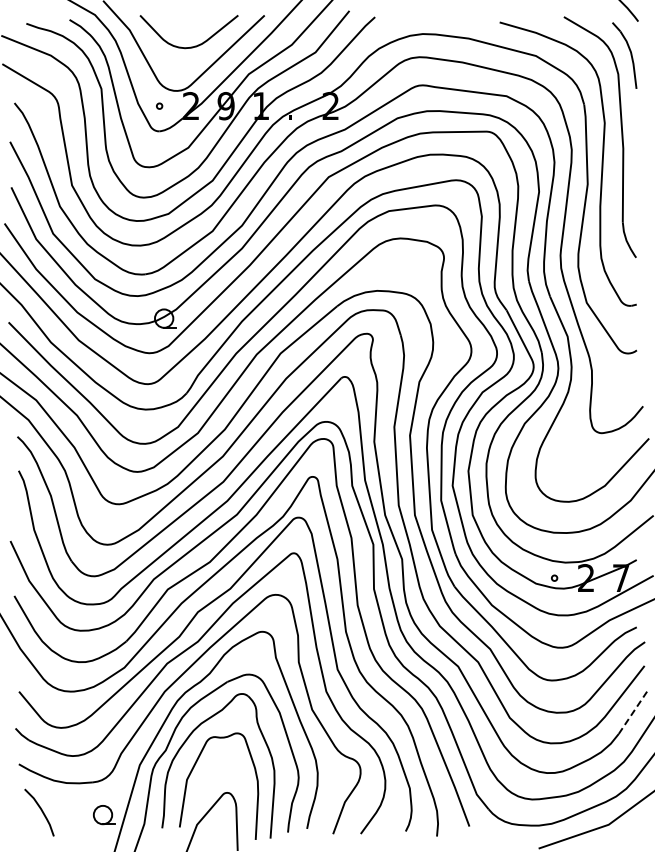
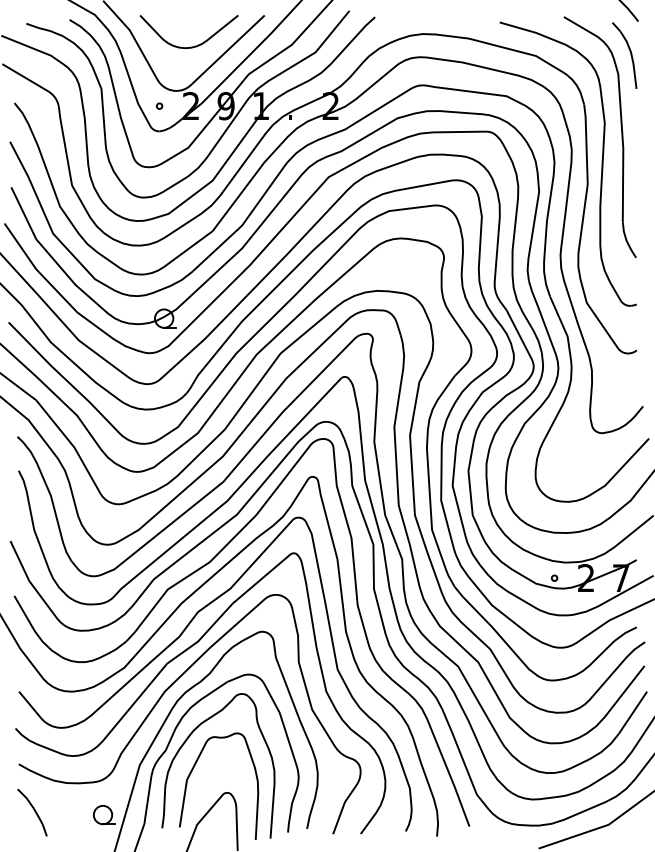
line at (632, 713): dashed -> solid
curve at (40, 810) position: (40, 810) -> (33, 810)
